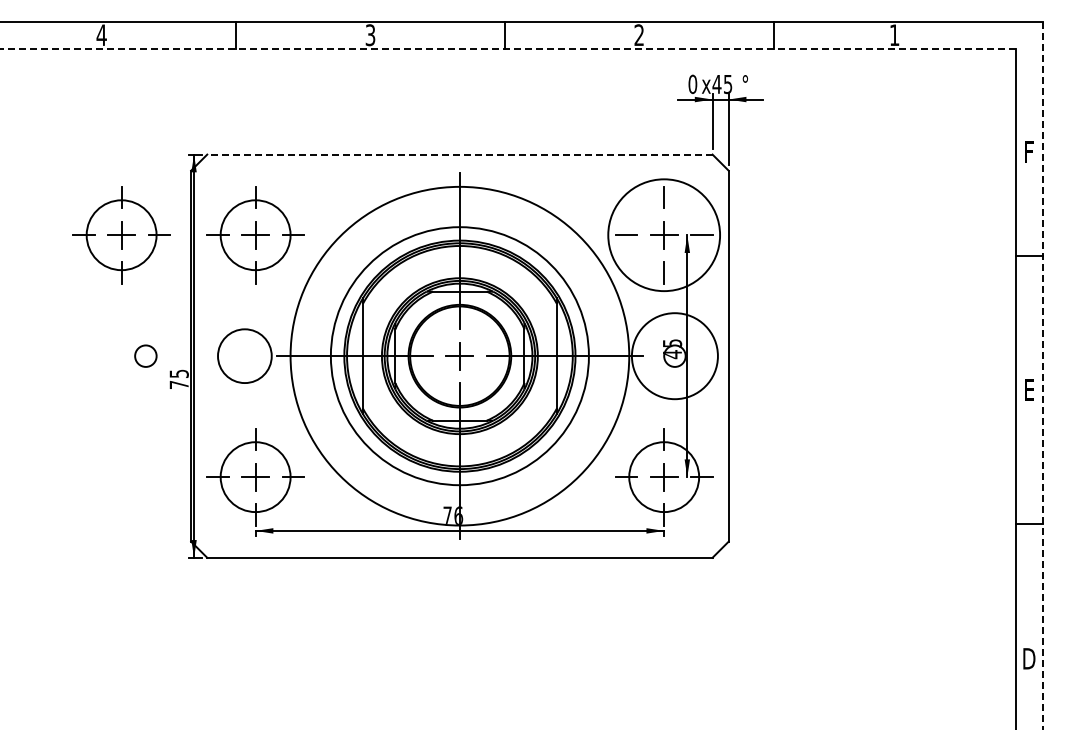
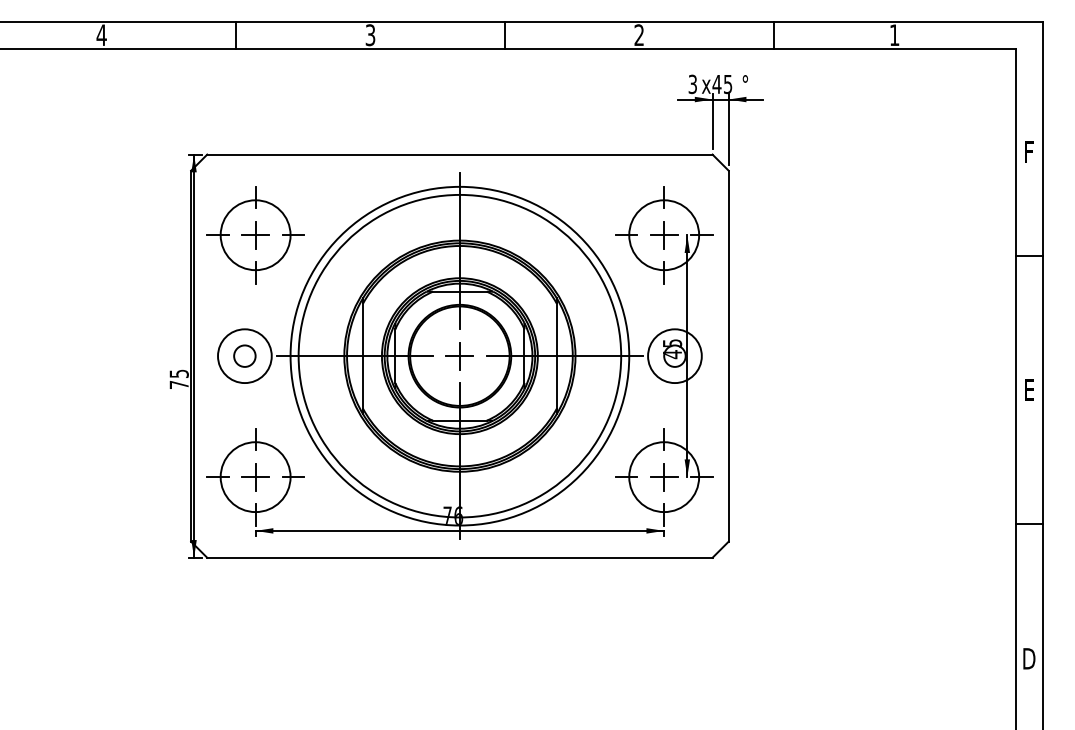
line at (507, 48): dashed -> solid
text at (692, 84): 0 -> 3
line at (459, 154): dashed -> solid
part at (121, 235): present -> none
circle at (664, 235) diameter: 112 px -> 70 px
circle at (145, 355) position: (145, 355) -> (244, 355)
circle at (459, 356) diameter: 258 px -> 323 px
circle at (674, 356) diameter: 86 px -> 54 px
line at (1042, 375): dashed -> solid
